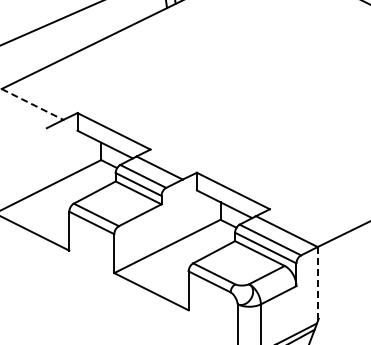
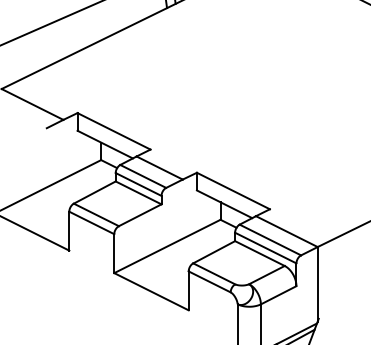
line at (32, 104): dashed -> solid
line at (317, 284): dashed -> solid
